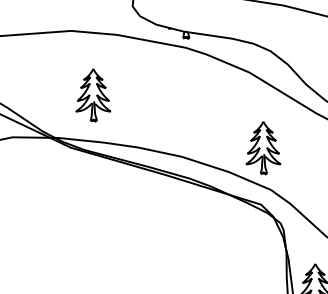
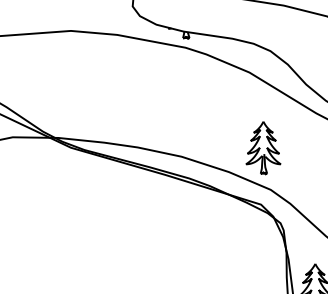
part at (93, 95): present -> none
